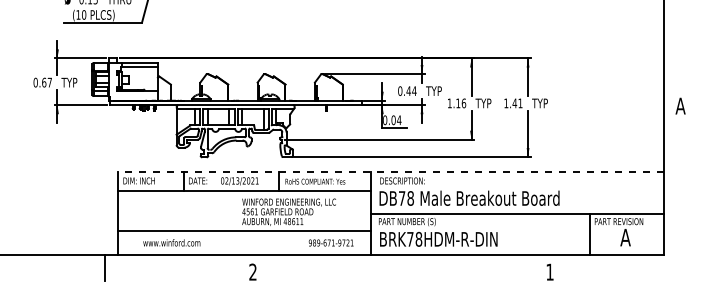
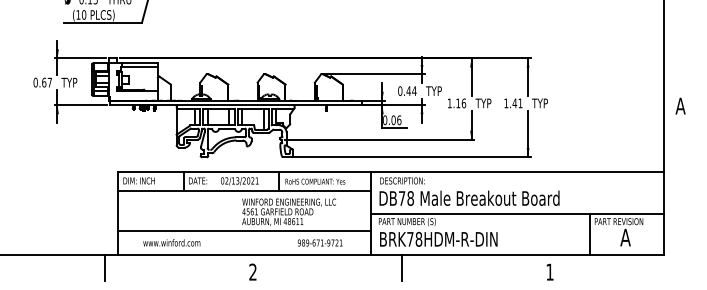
text at (399, 120): 0.04 -> 0.06
line at (390, 172): dashed -> solid
text at (330, 242) position: (330, 242) -> (319, 242)
line at (401, 267): none -> present
